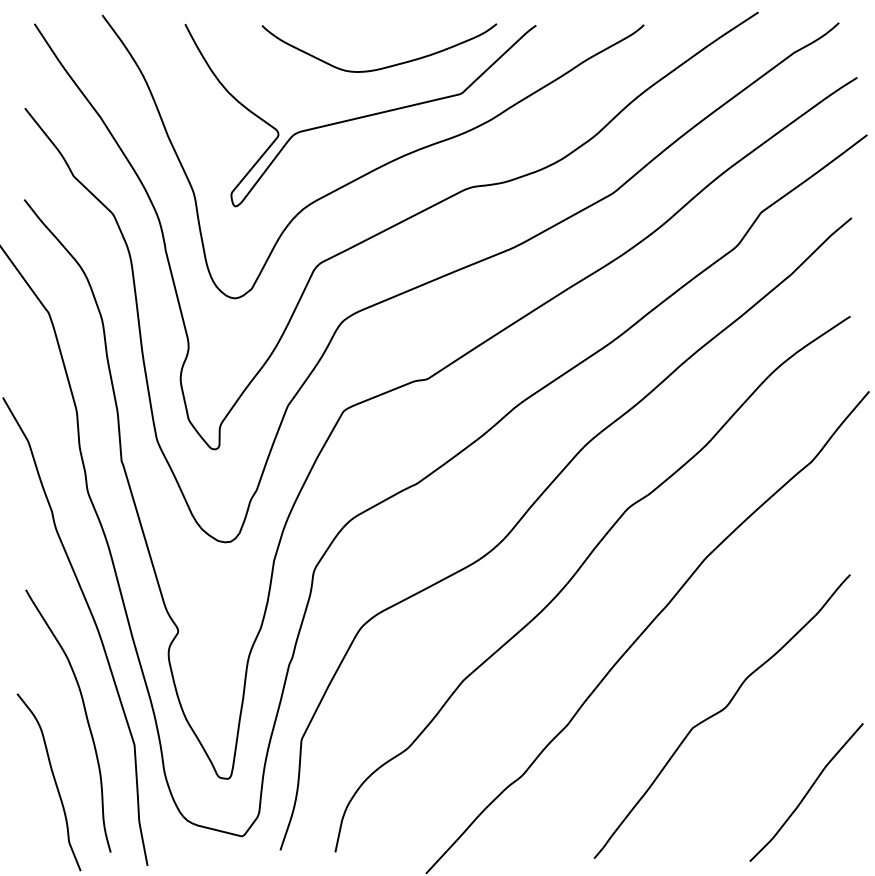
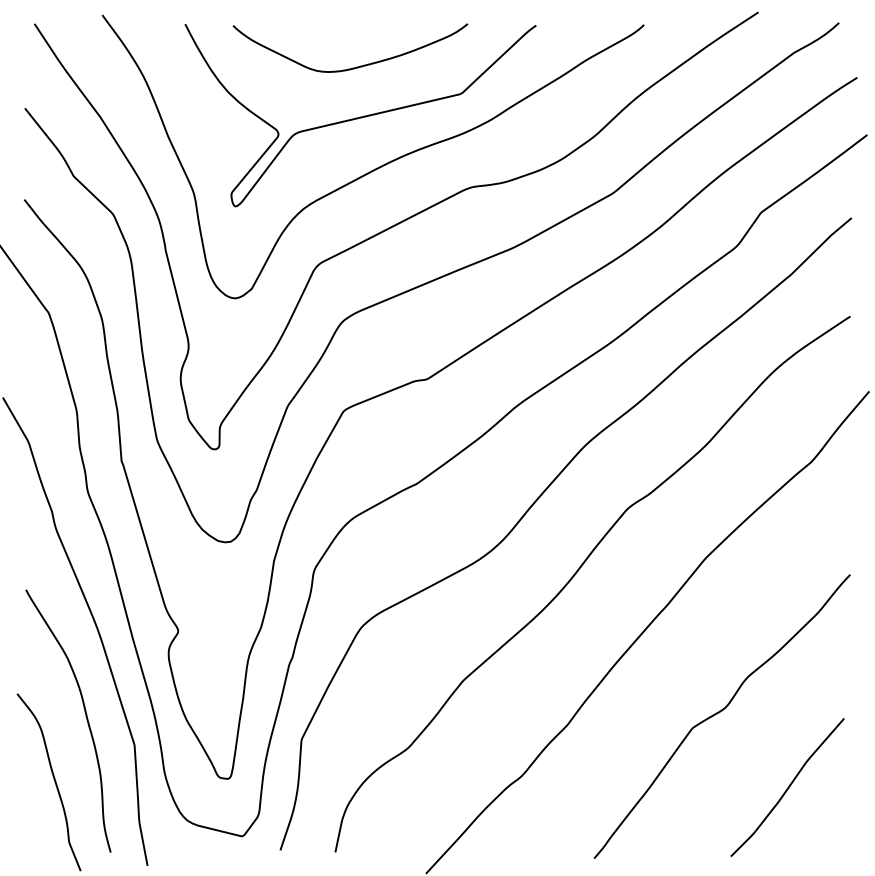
curve at (385, 66) position: (385, 66) -> (356, 66)
curve at (806, 792) position: (806, 792) -> (787, 787)
